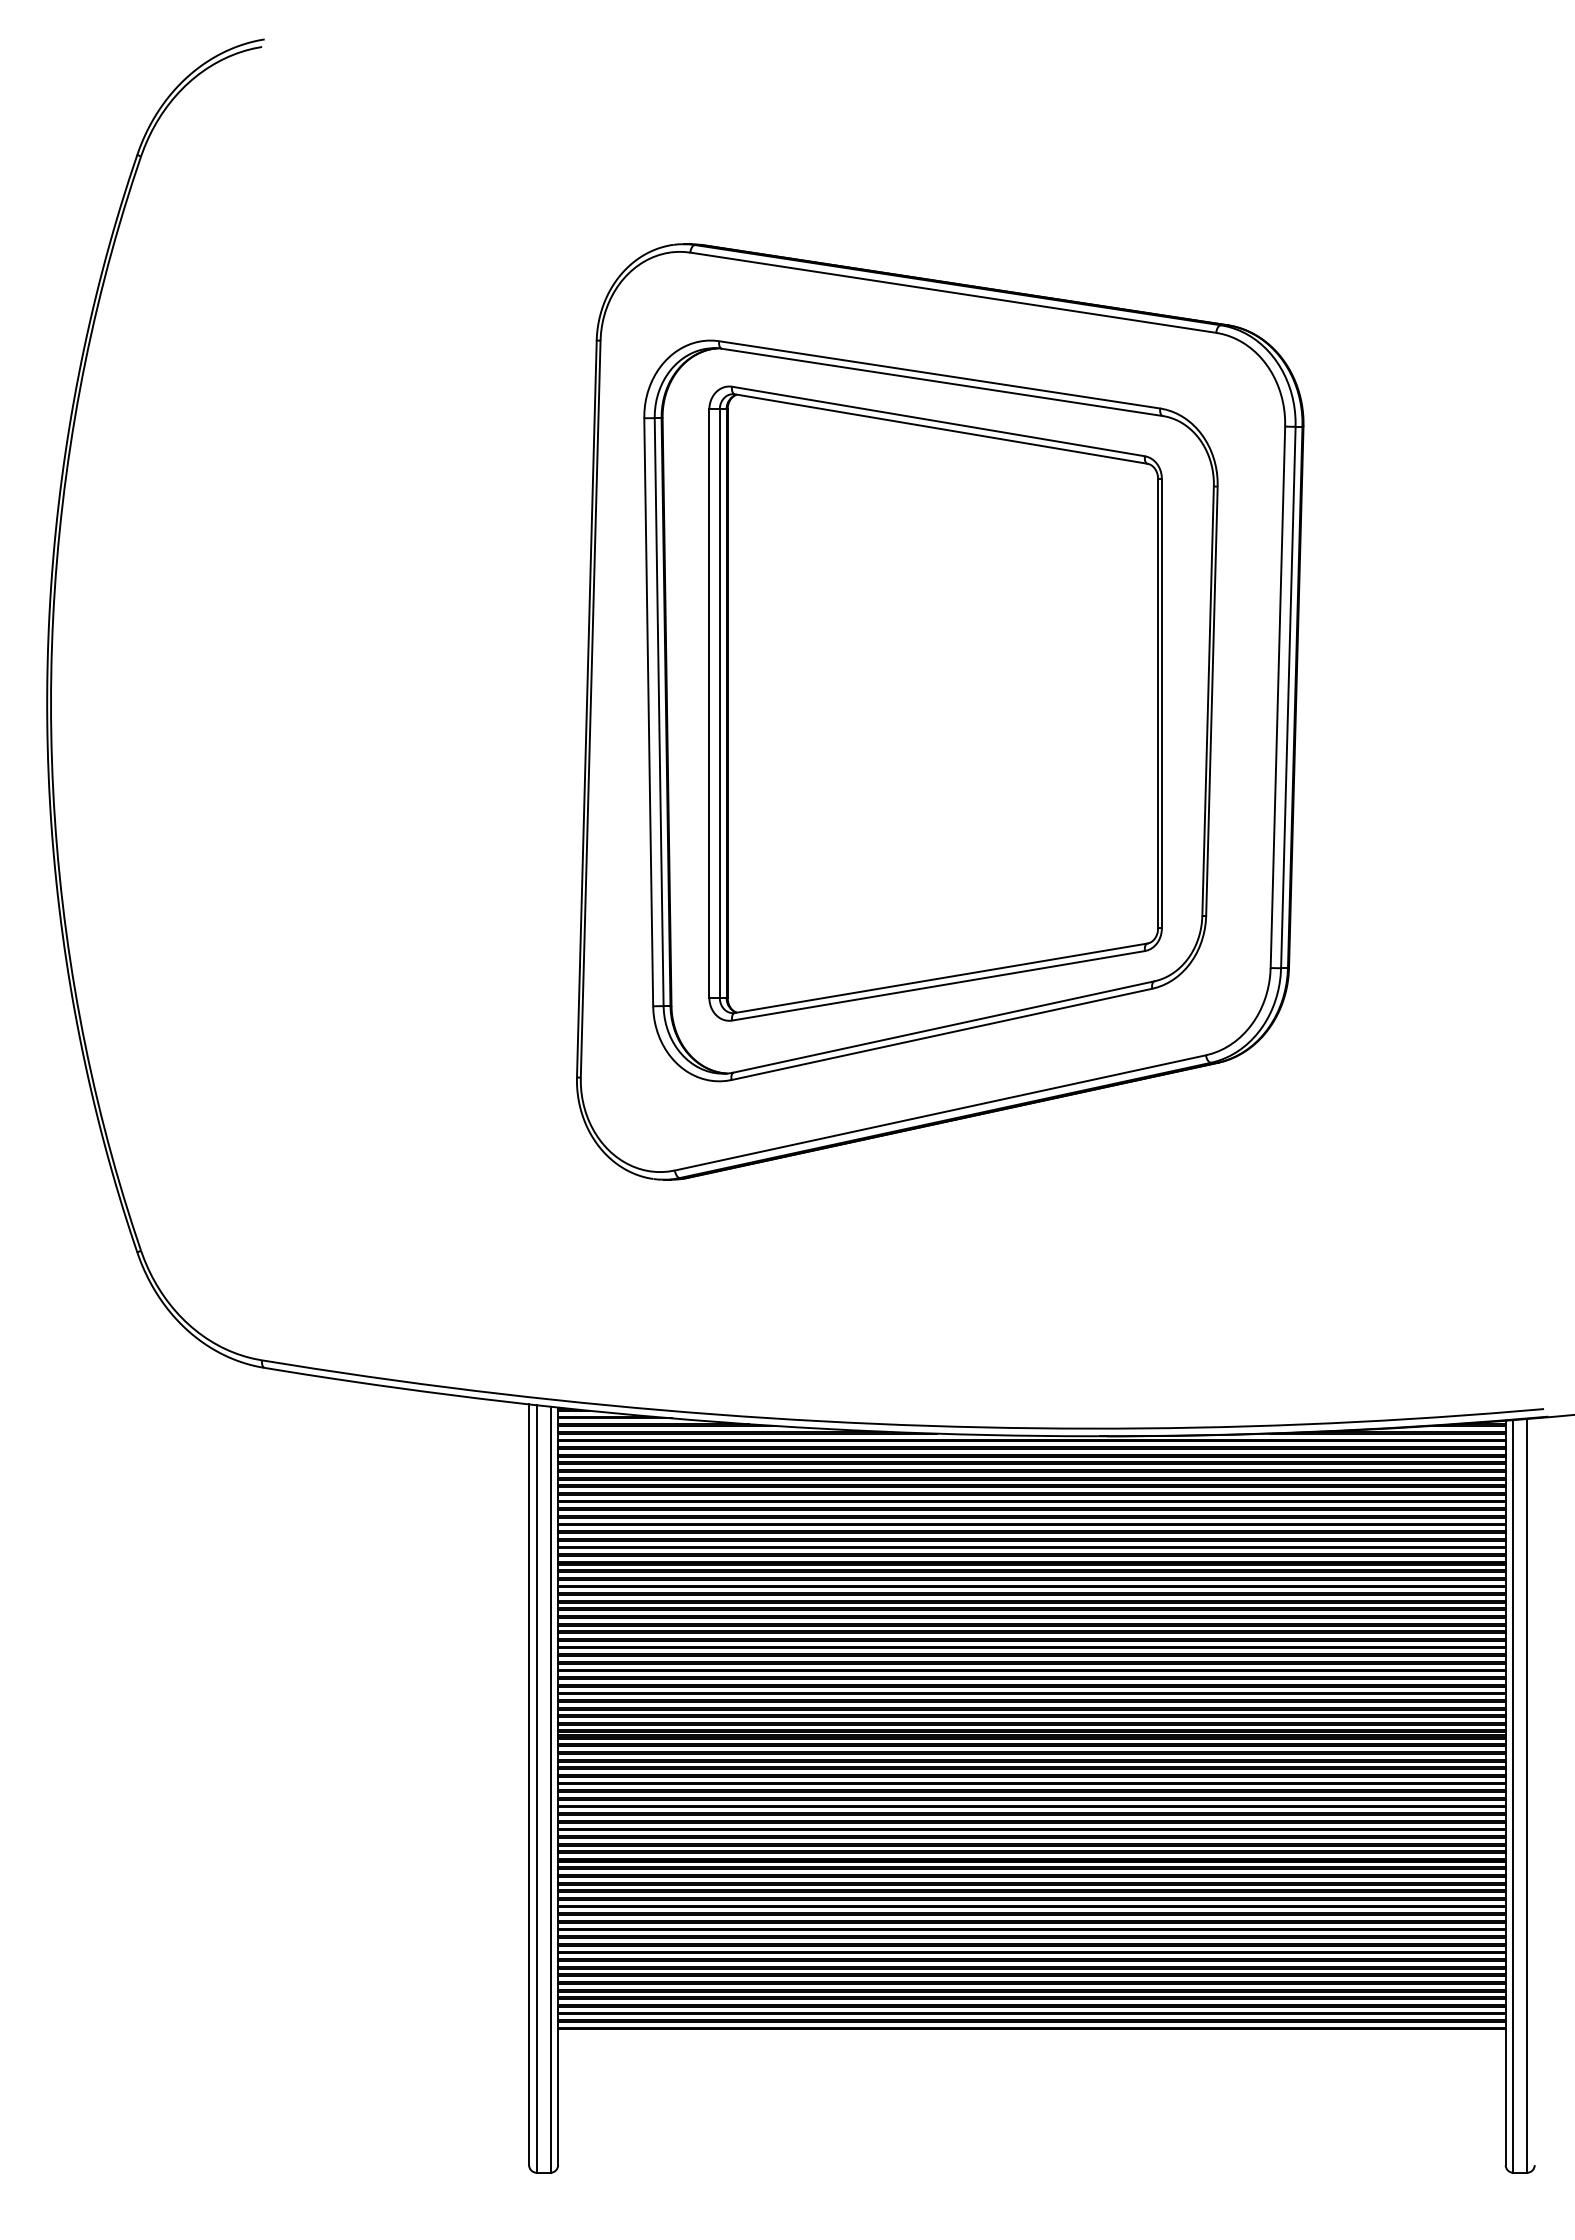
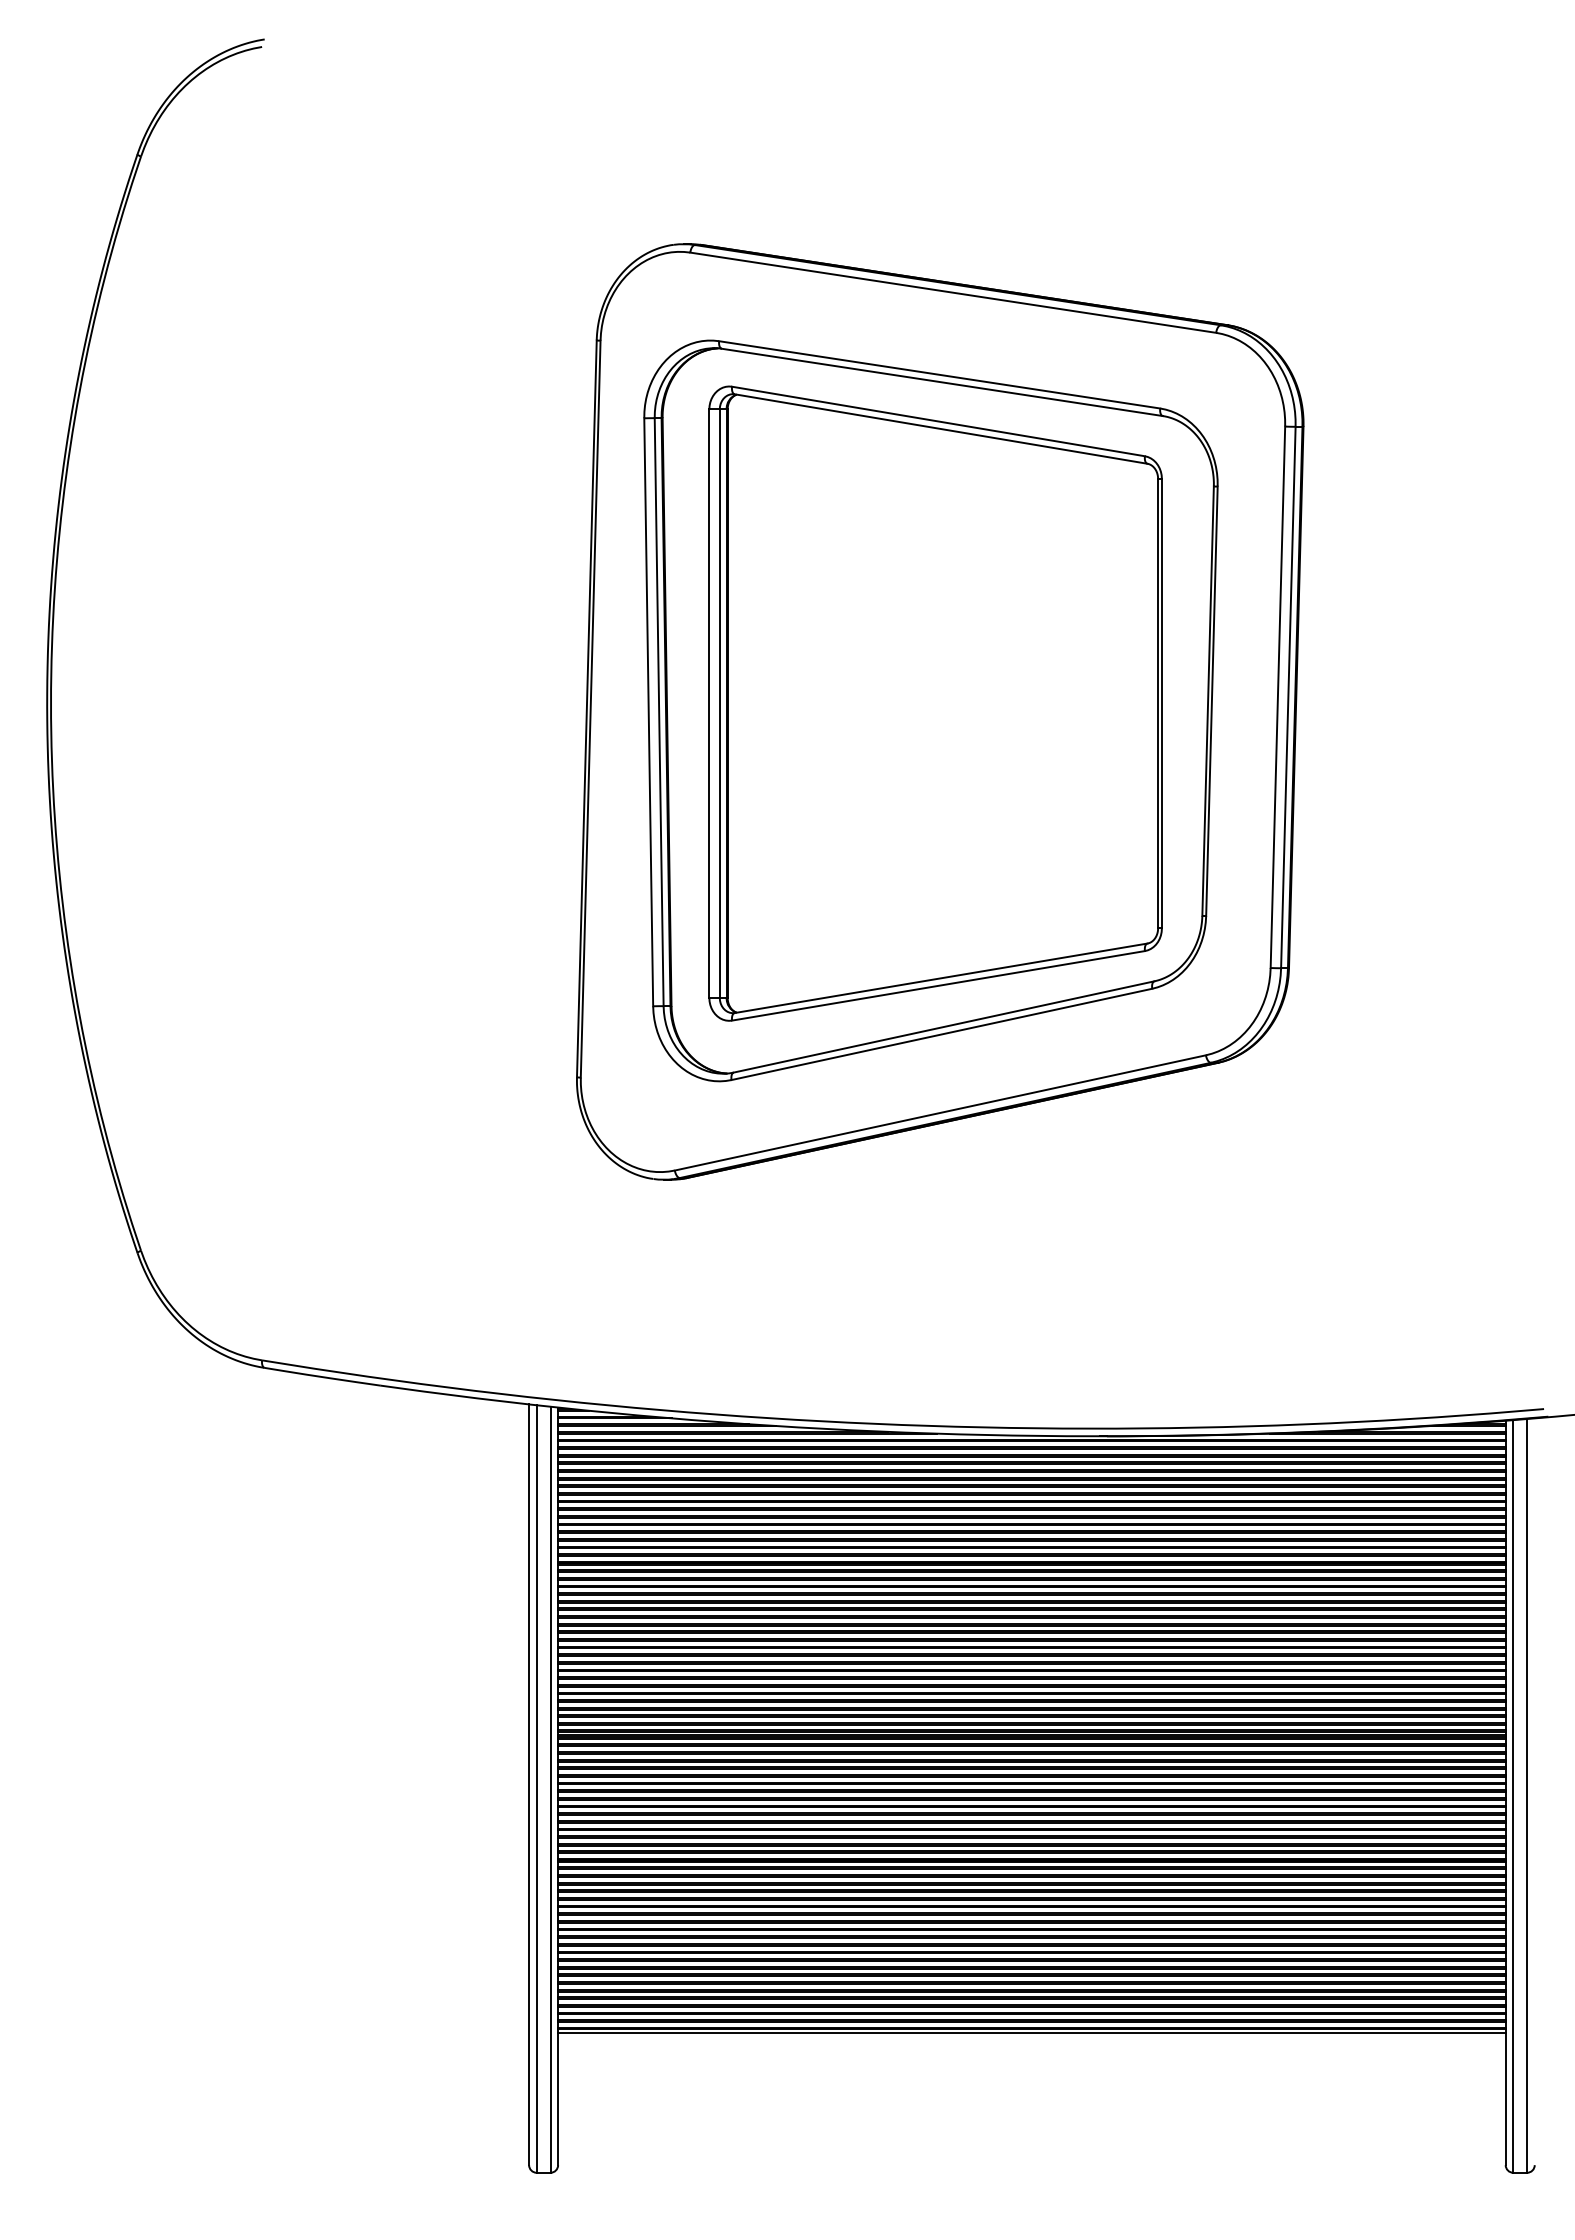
line at (1031, 2032): none -> present
